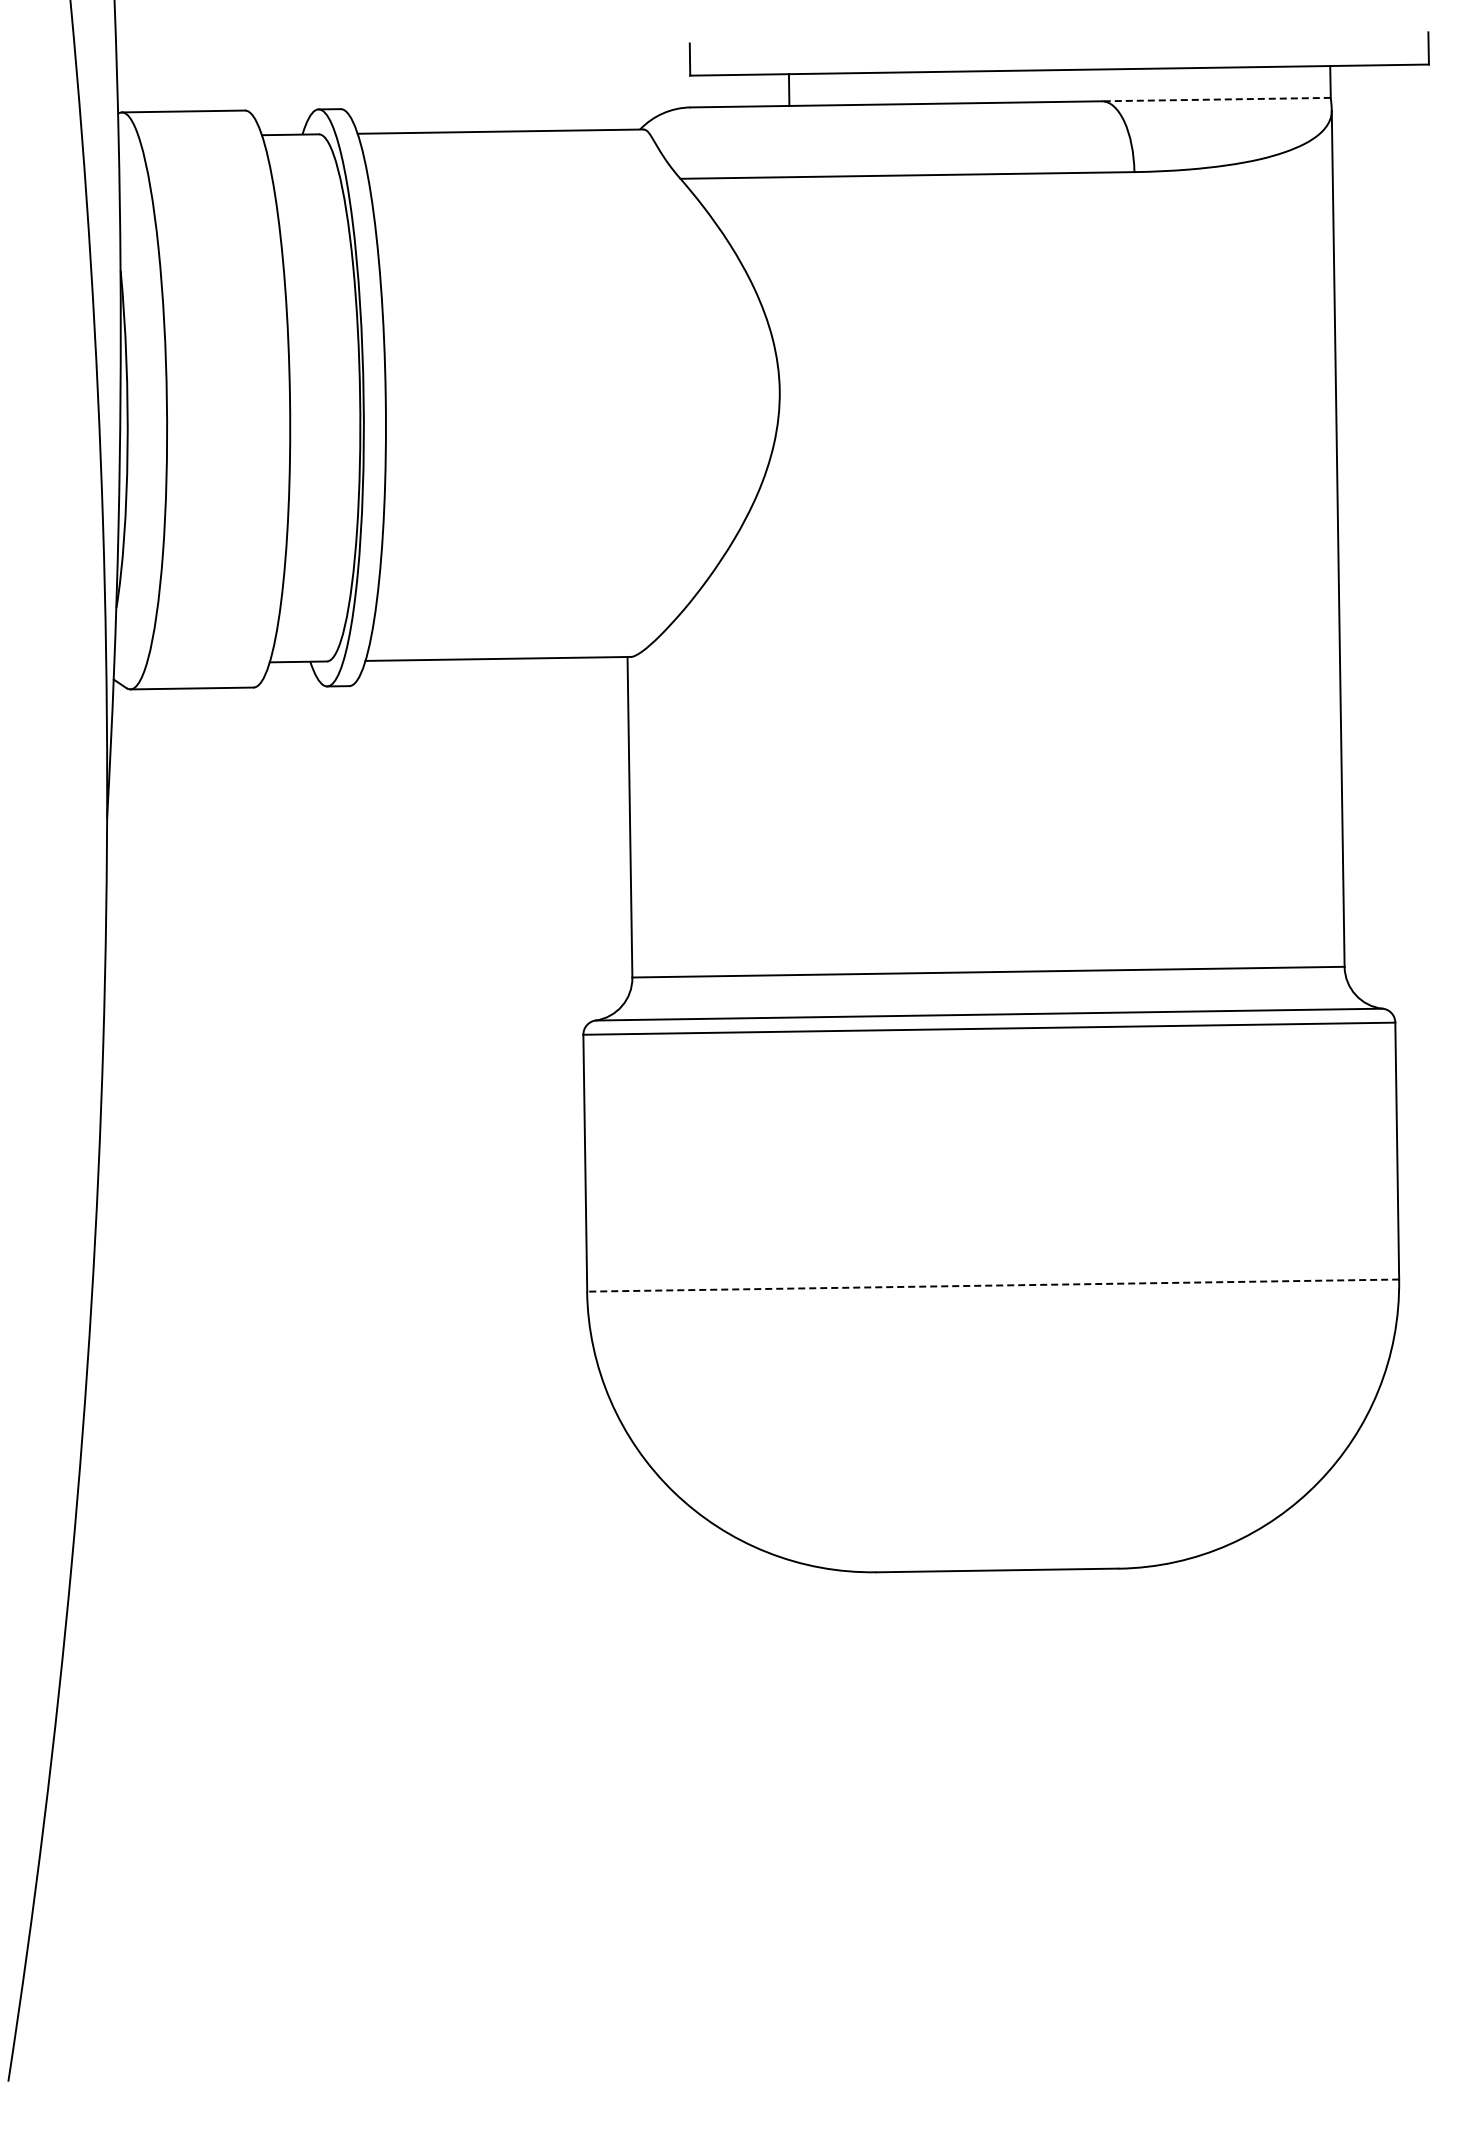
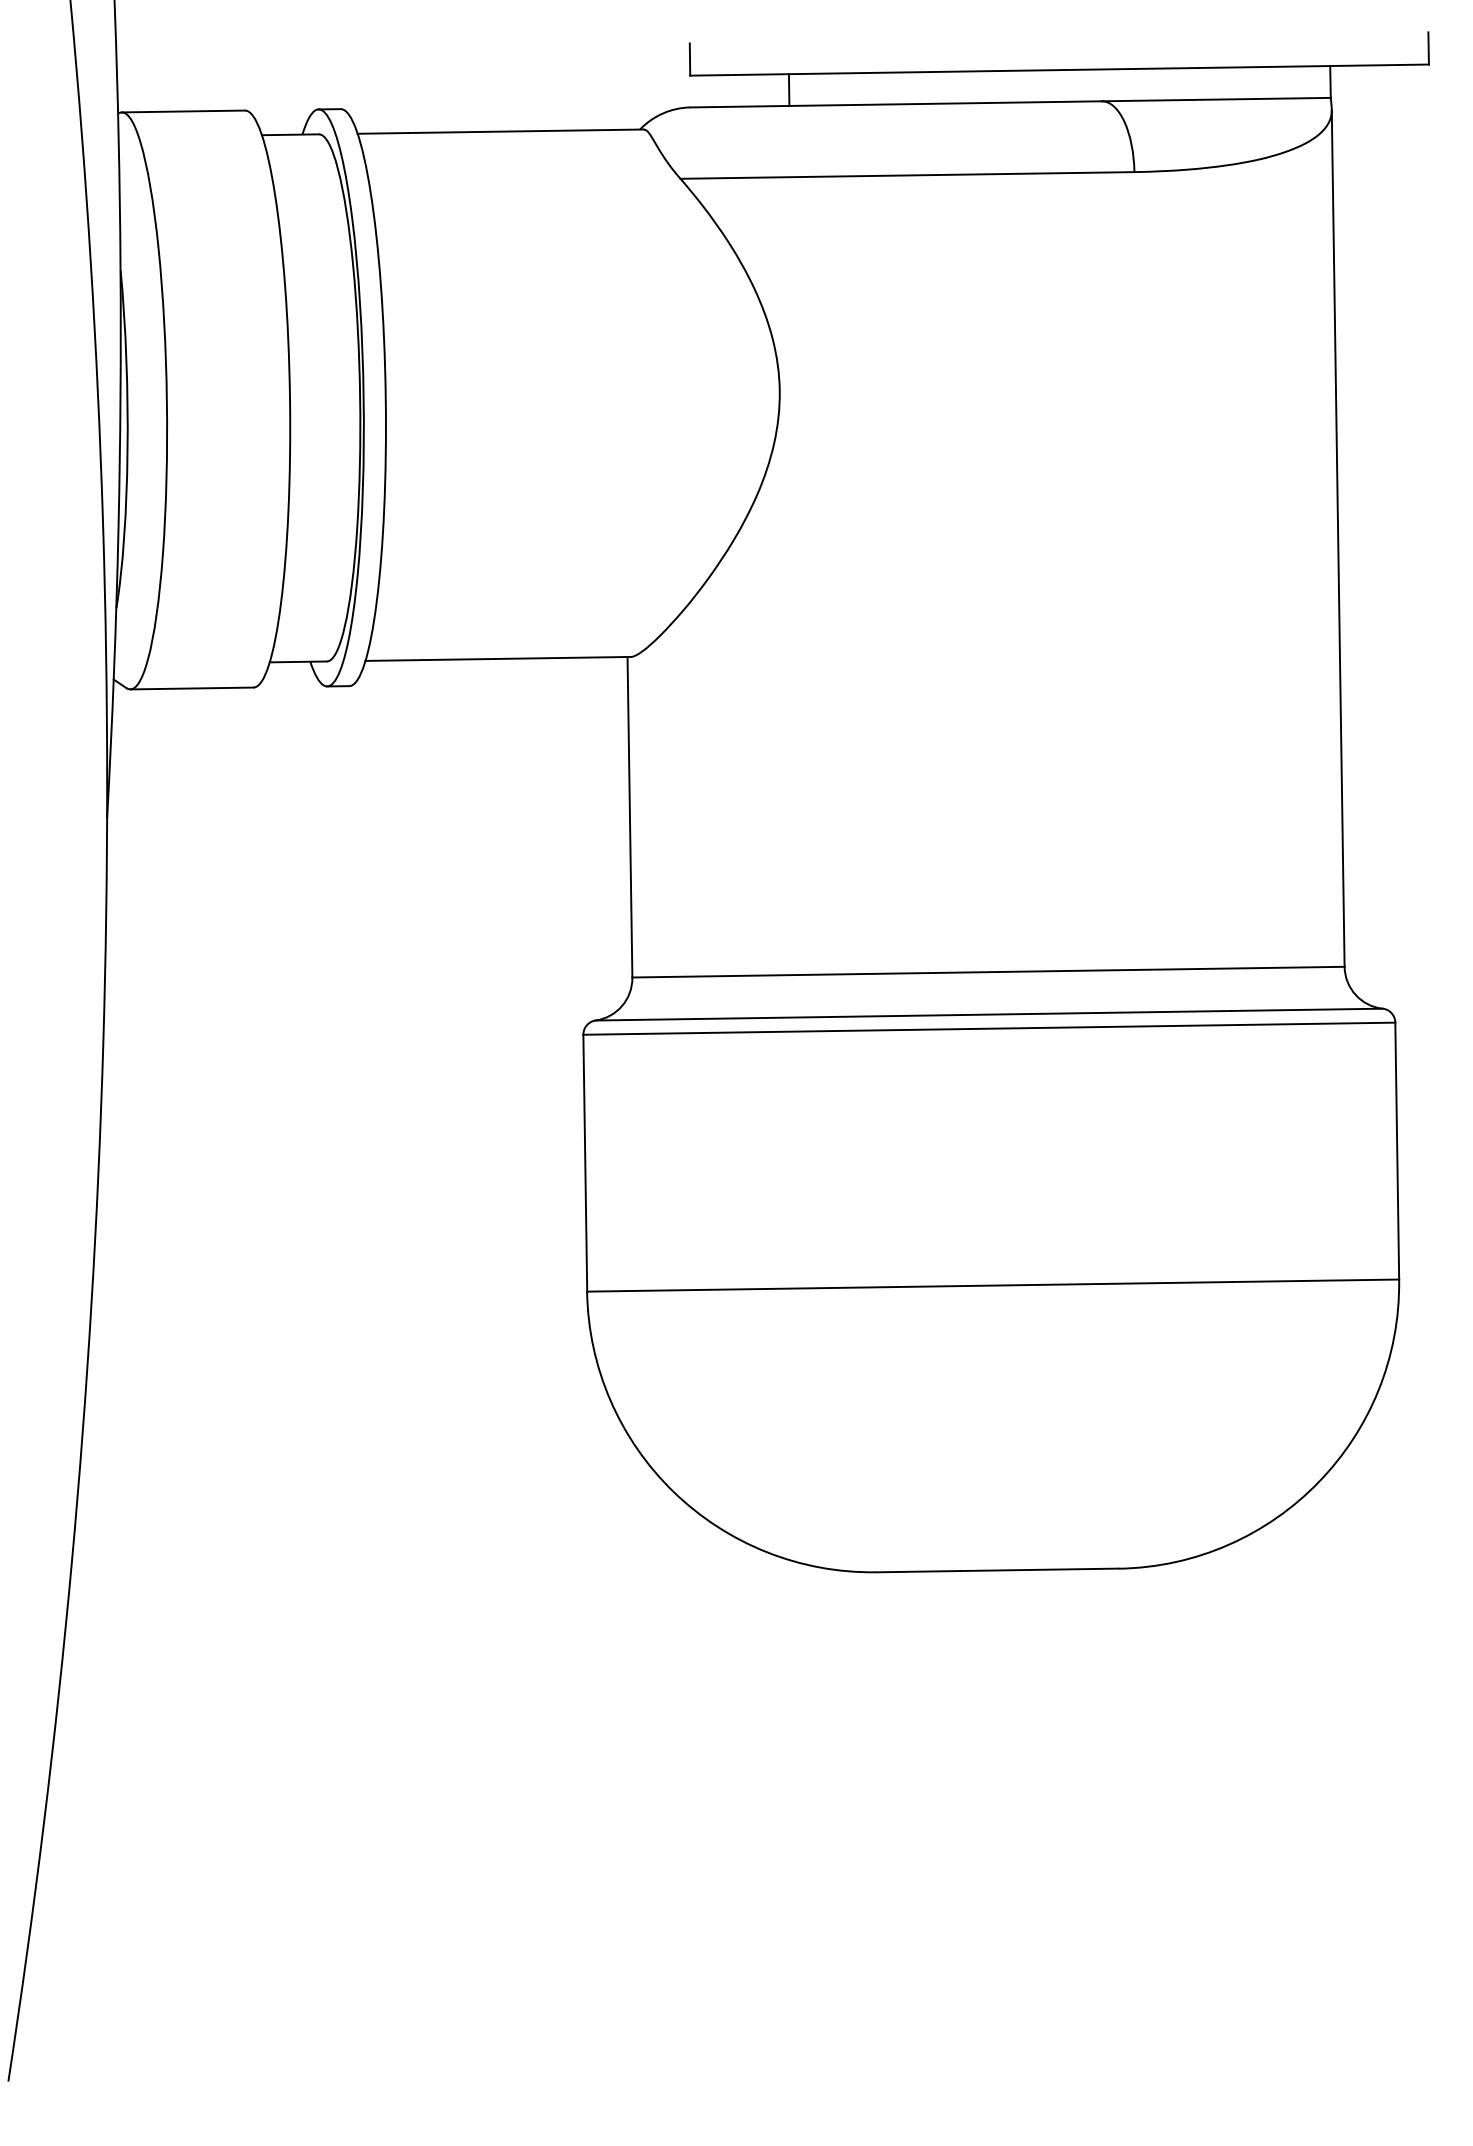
line at (1215, 99): dashed -> solid
line at (992, 1285): dashed -> solid
